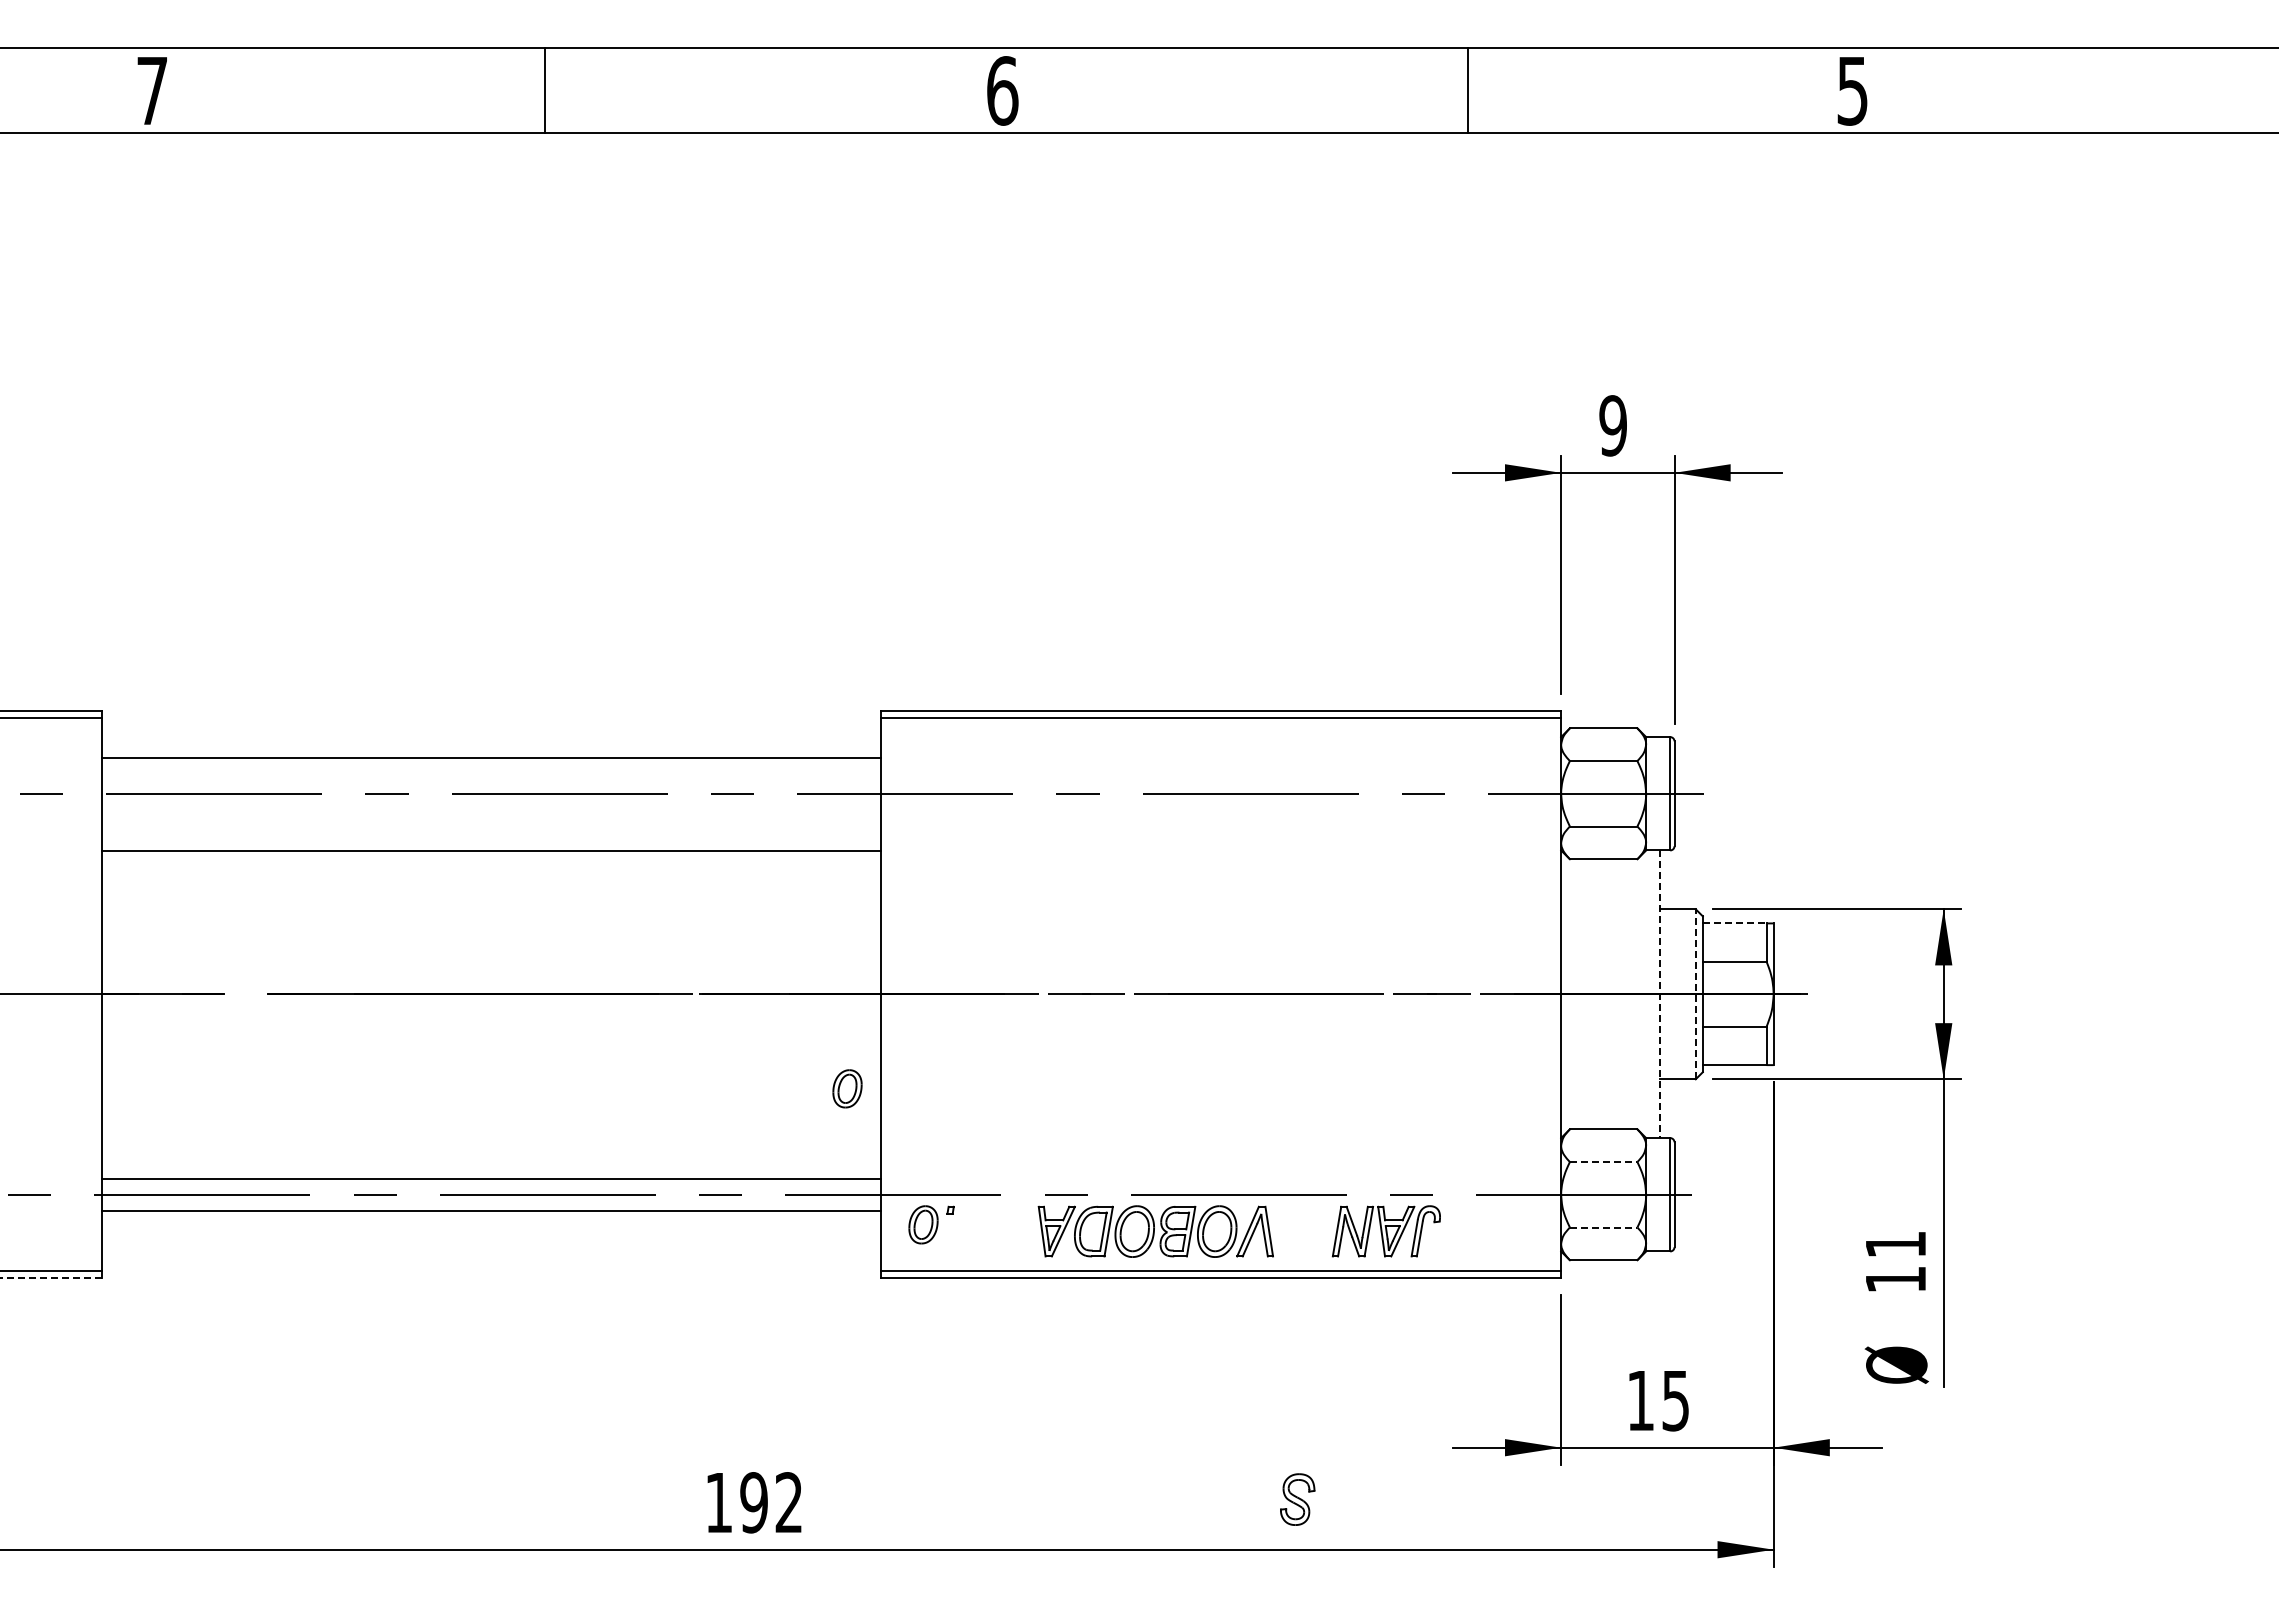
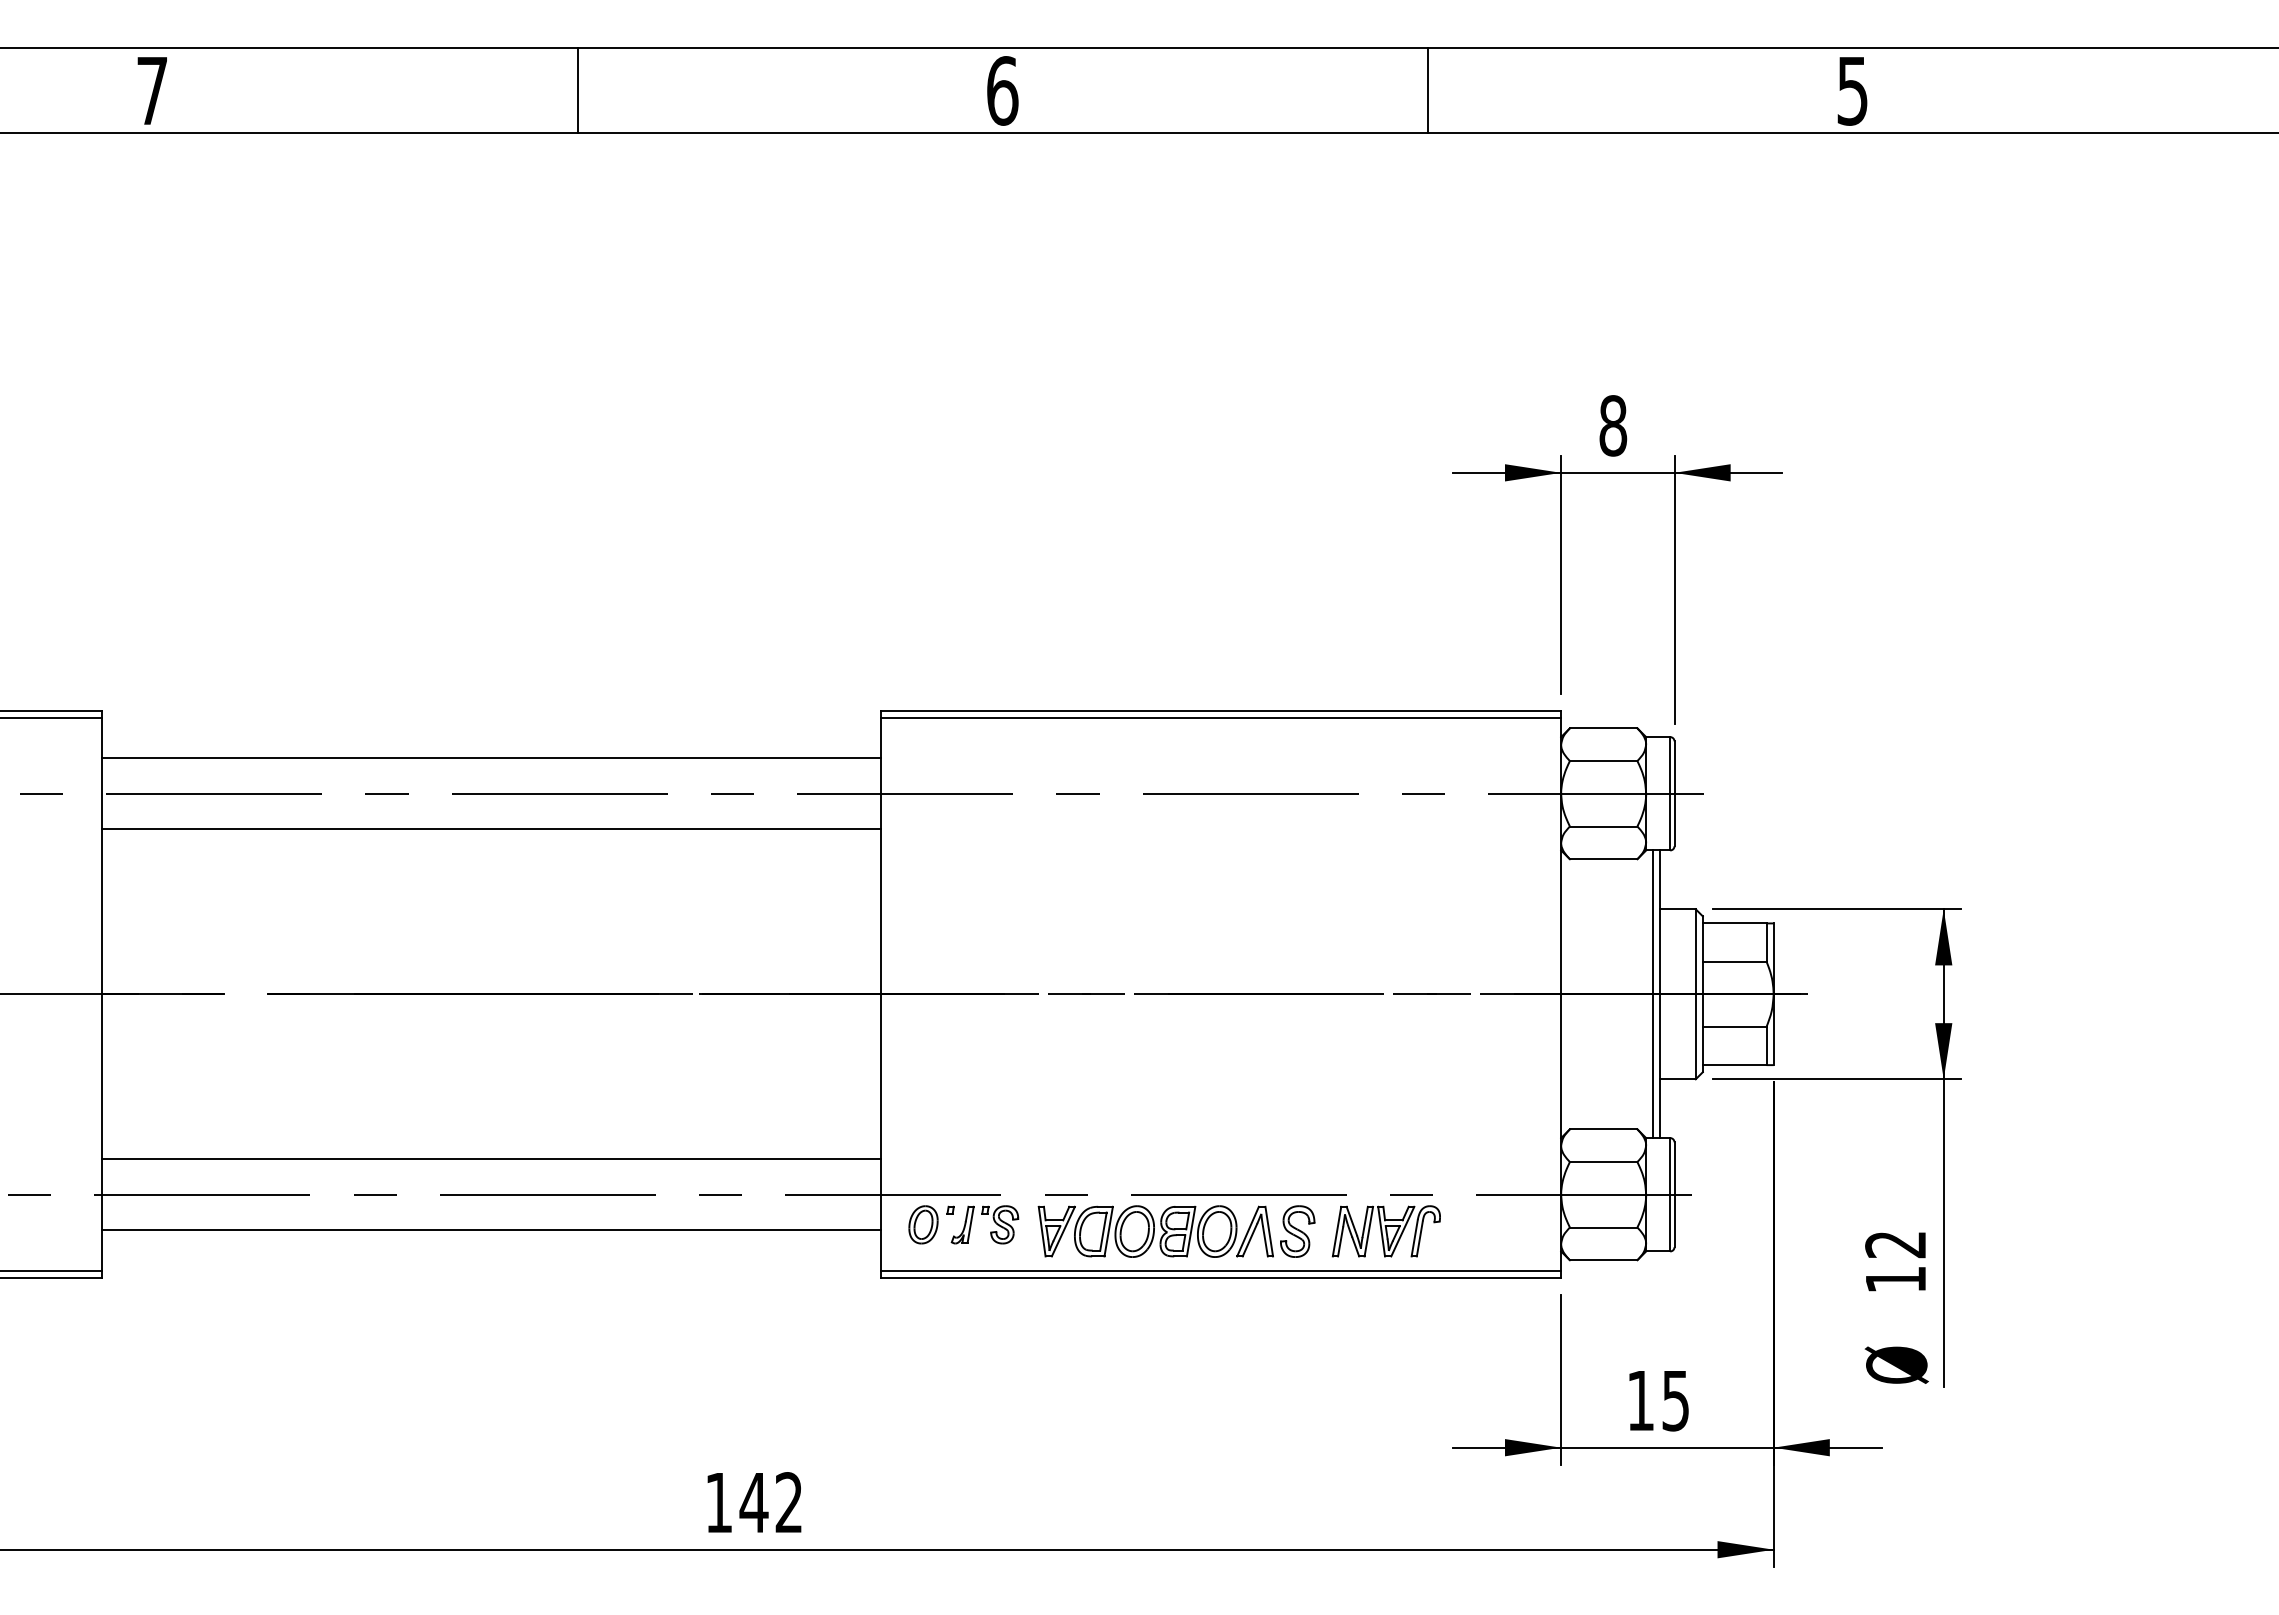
line at (545, 90) position: (545, 90) -> (578, 90)
line at (1468, 90) position: (1468, 90) -> (1428, 90)
text at (1613, 425): 9 -> 8
line at (491, 851) position: (491, 851) -> (491, 829)
line at (1734, 923): dashed -> solid
line at (1695, 993): dashed -> solid
line at (1653, 994): none -> present
line at (1660, 994): dashed -> solid
part at (847, 1088): present -> none
line at (1603, 1162): dashed -> solid
line at (491, 1179) position: (491, 1179) -> (491, 1159)
line at (491, 1211) position: (491, 1211) -> (491, 1230)
line at (1603, 1227): dashed -> solid
part at (990, 1231): none -> present
text at (1895, 1245): 11 -> 12
line at (50, 1277): dashed -> solid
part at (1297, 1499) position: (1297, 1499) -> (1297, 1231)
text at (753, 1502): 192 -> 142
